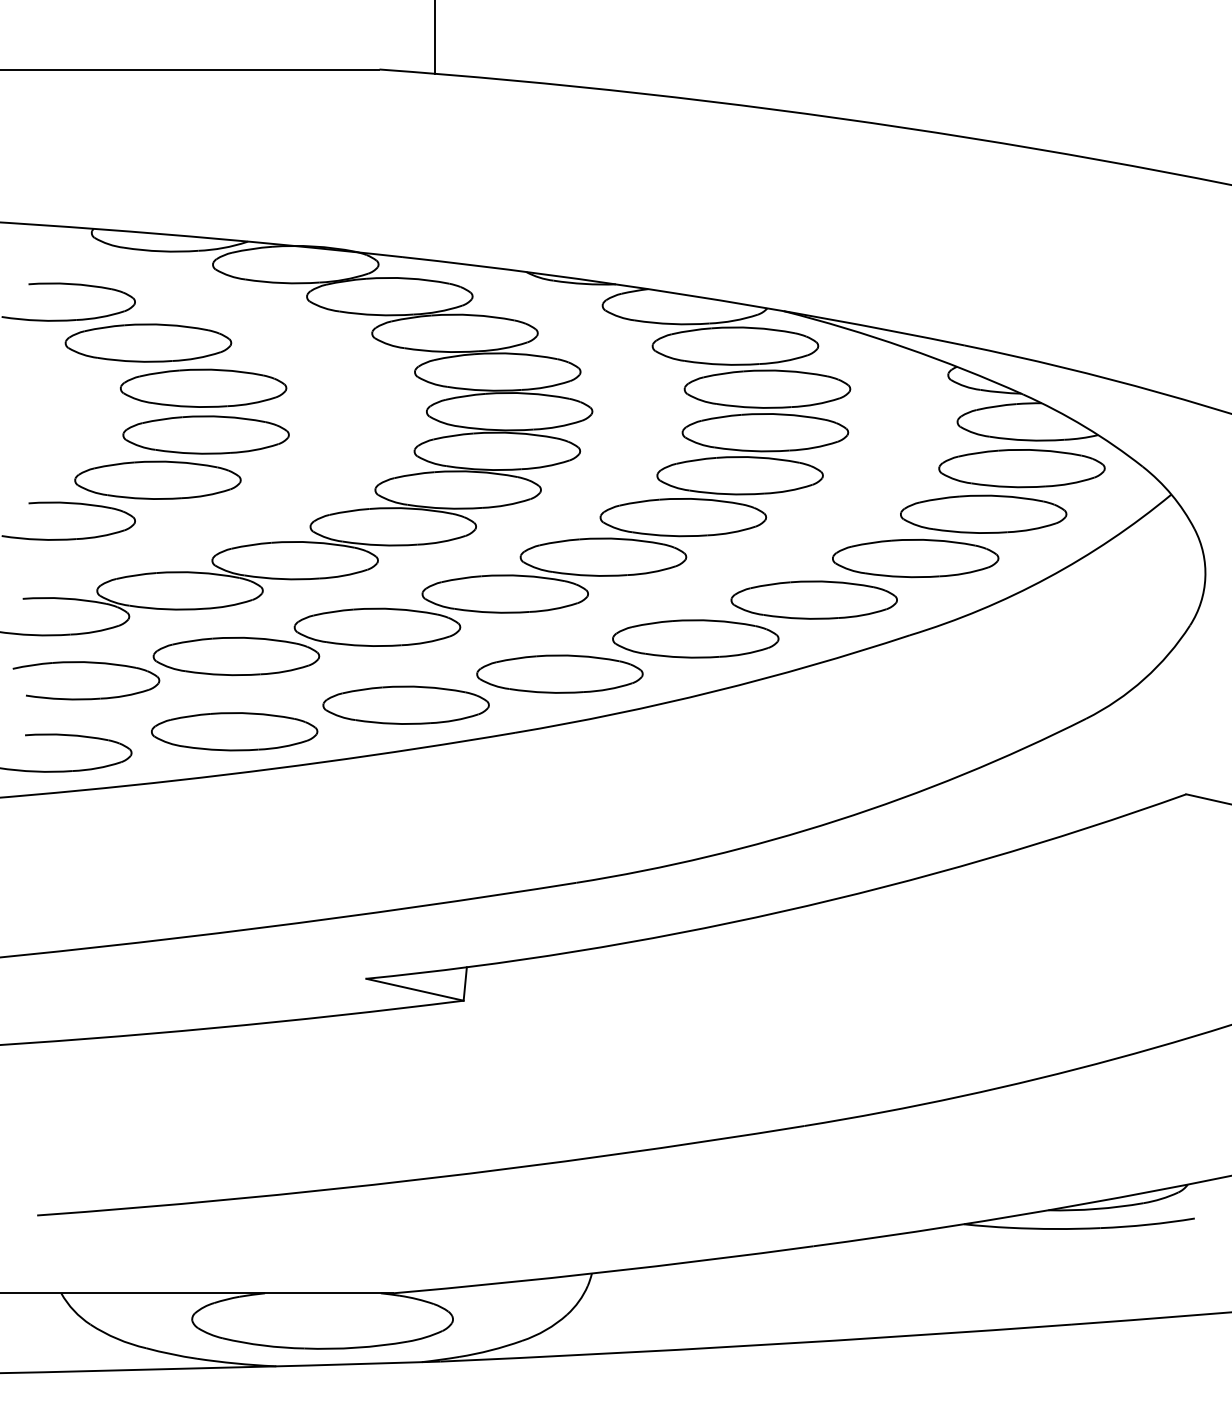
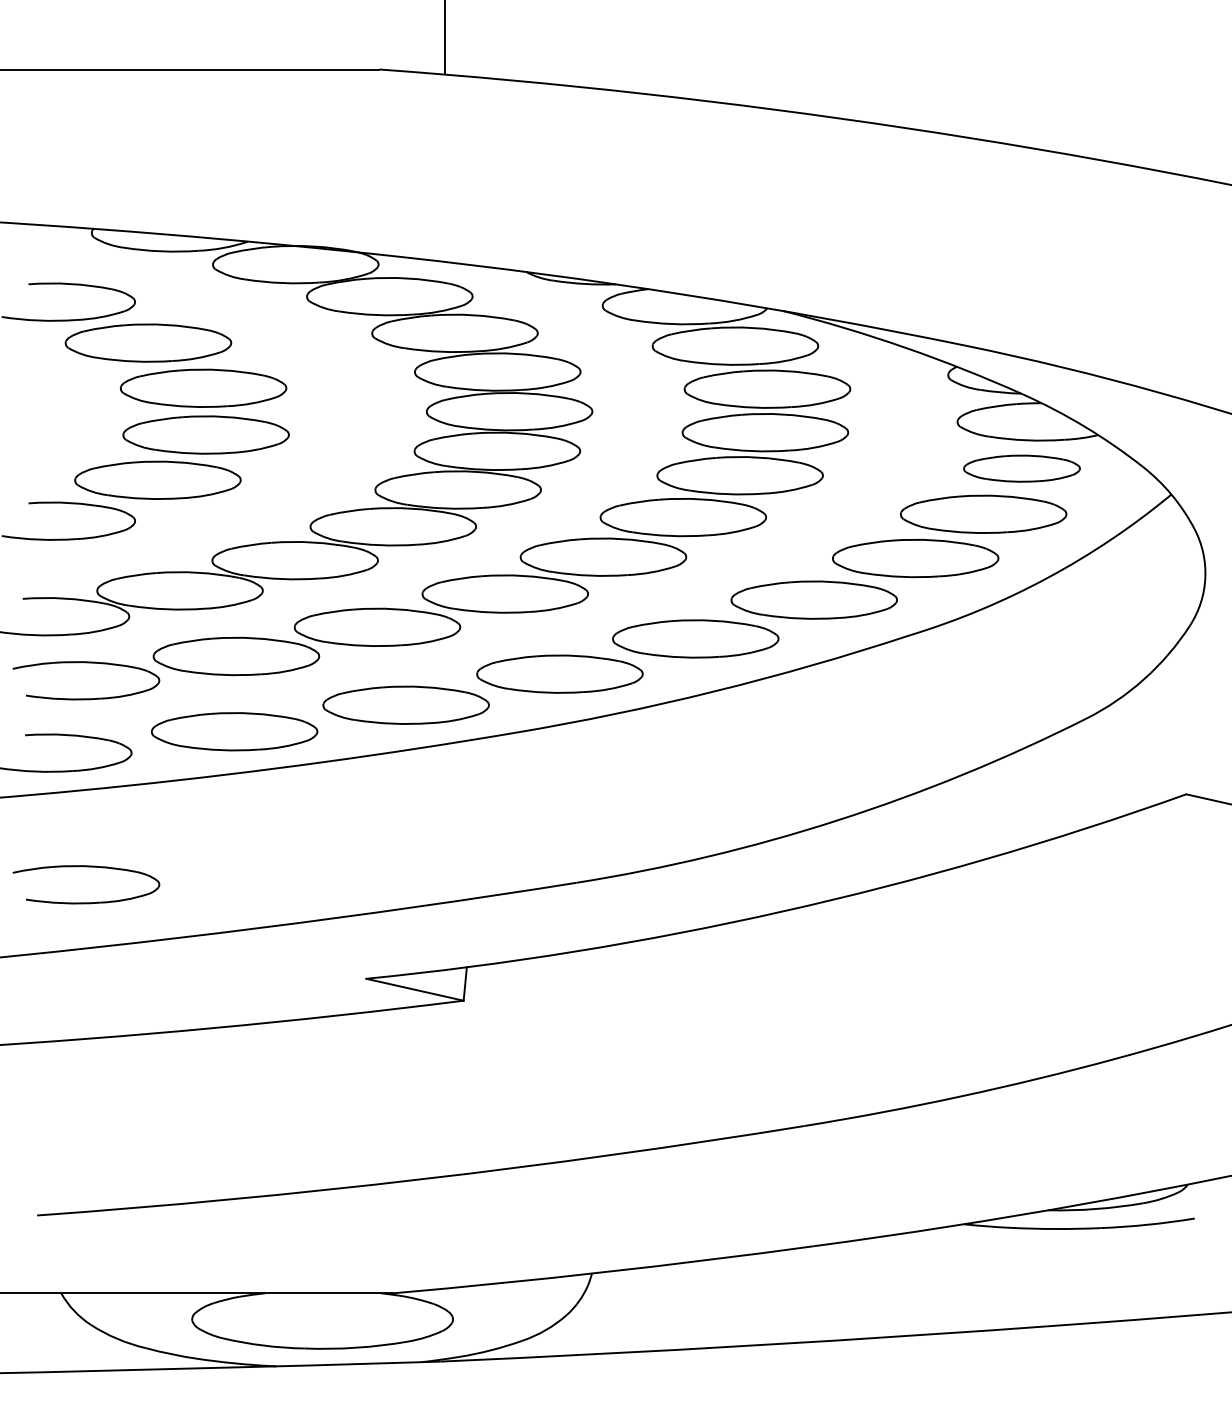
line at (434, 37) position: (434, 37) -> (444, 37)
part at (1021, 468) size: 168x40 px -> 118x29 px
part at (86, 867): none -> present
